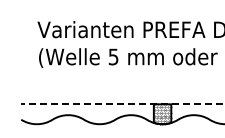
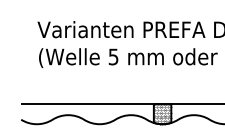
line at (122, 104): dashed -> solid
